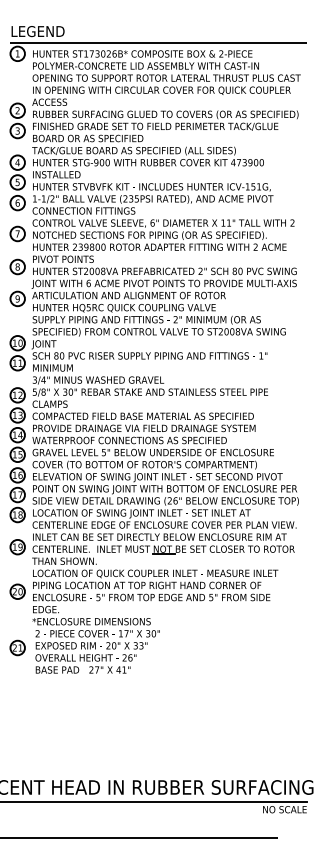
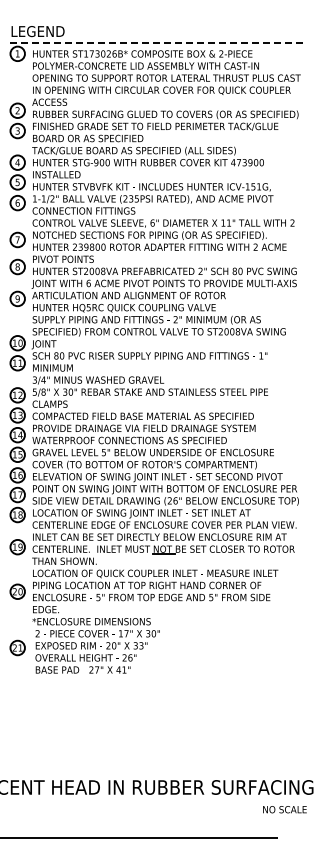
line at (158, 42): solid -> dashed
part at (17, 233) position: (17, 233) -> (17, 239)
line at (154, 801): present -> none
